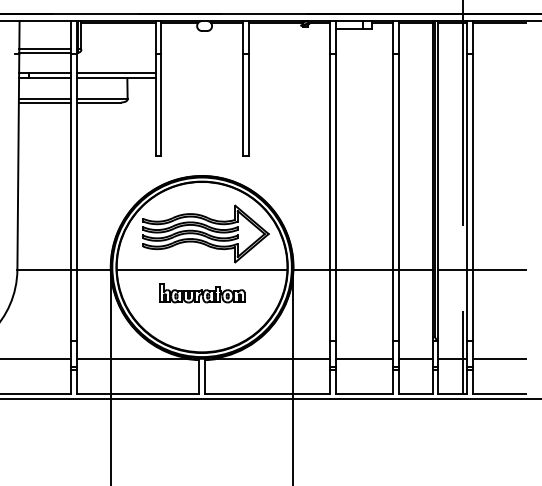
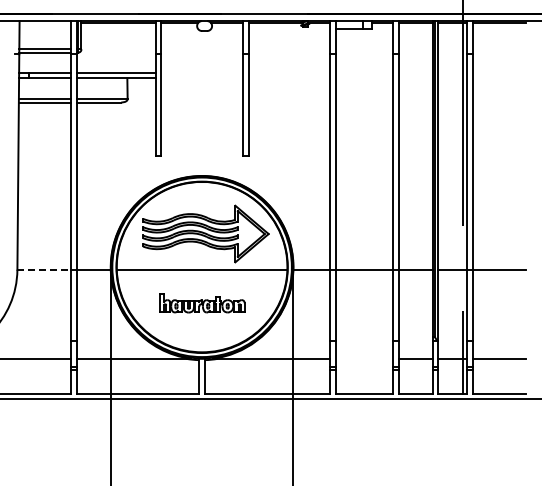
line at (44, 269): solid -> dashed
part at (202, 293) position: (202, 293) -> (202, 303)
line at (364, 358): present -> none
